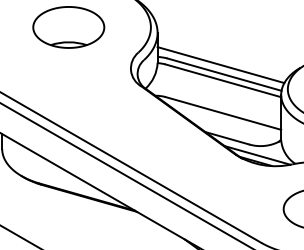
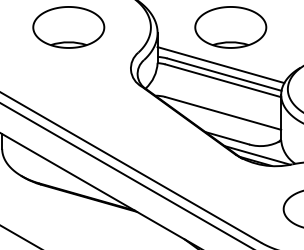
part at (230, 27): none -> present
